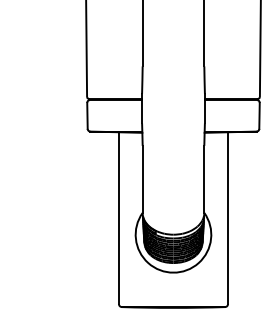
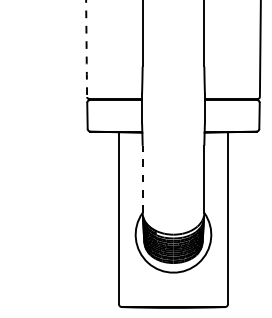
arc at (86, 49): solid -> dashed
line at (142, 179): solid -> dashed
